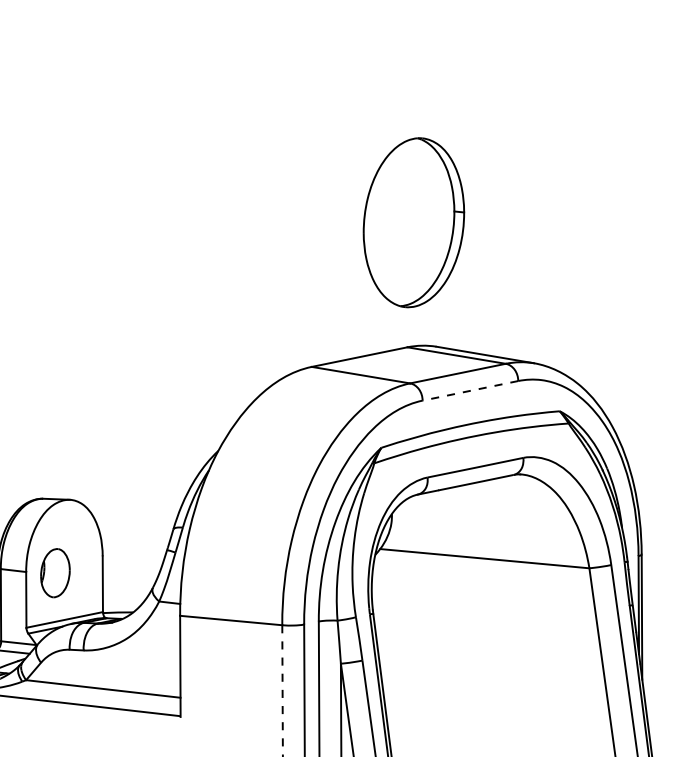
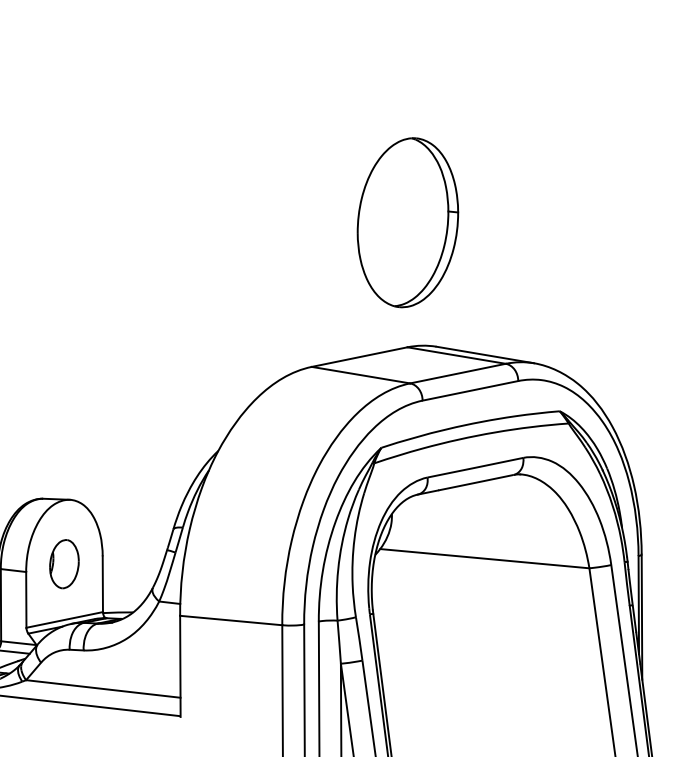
part at (413, 222) position: (413, 222) -> (407, 222)
line at (470, 390): dashed -> solid
part at (55, 573) position: (55, 573) -> (64, 564)
line at (282, 691): dashed -> solid
